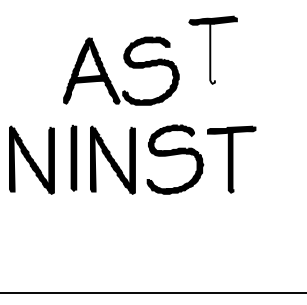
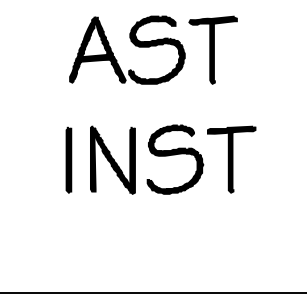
fill at (212, 53): none -> present
part at (126, 64) position: (126, 64) -> (132, 43)
part at (73, 157) position: (73, 157) -> (68, 159)
part at (31, 159): present -> none
